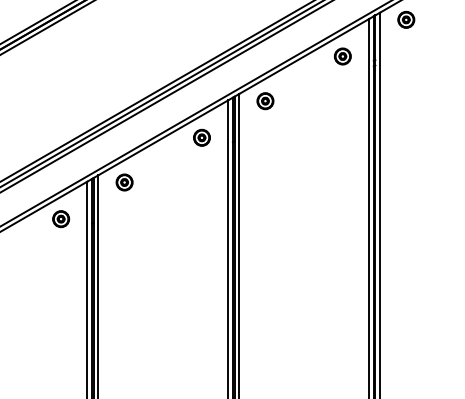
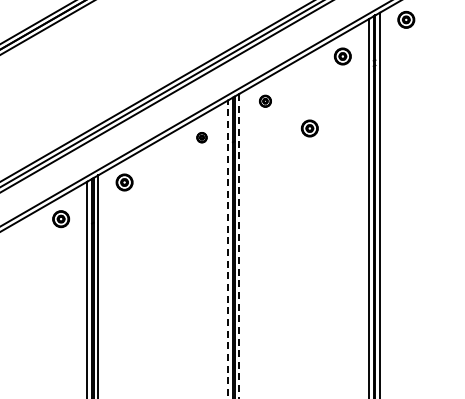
part at (265, 101) size: 19x19 px -> 13x14 px
part at (309, 128): none -> present
part at (201, 137) size: 18x19 px -> 12x12 px
line at (239, 246): solid -> dashed
line at (228, 249): solid -> dashed
